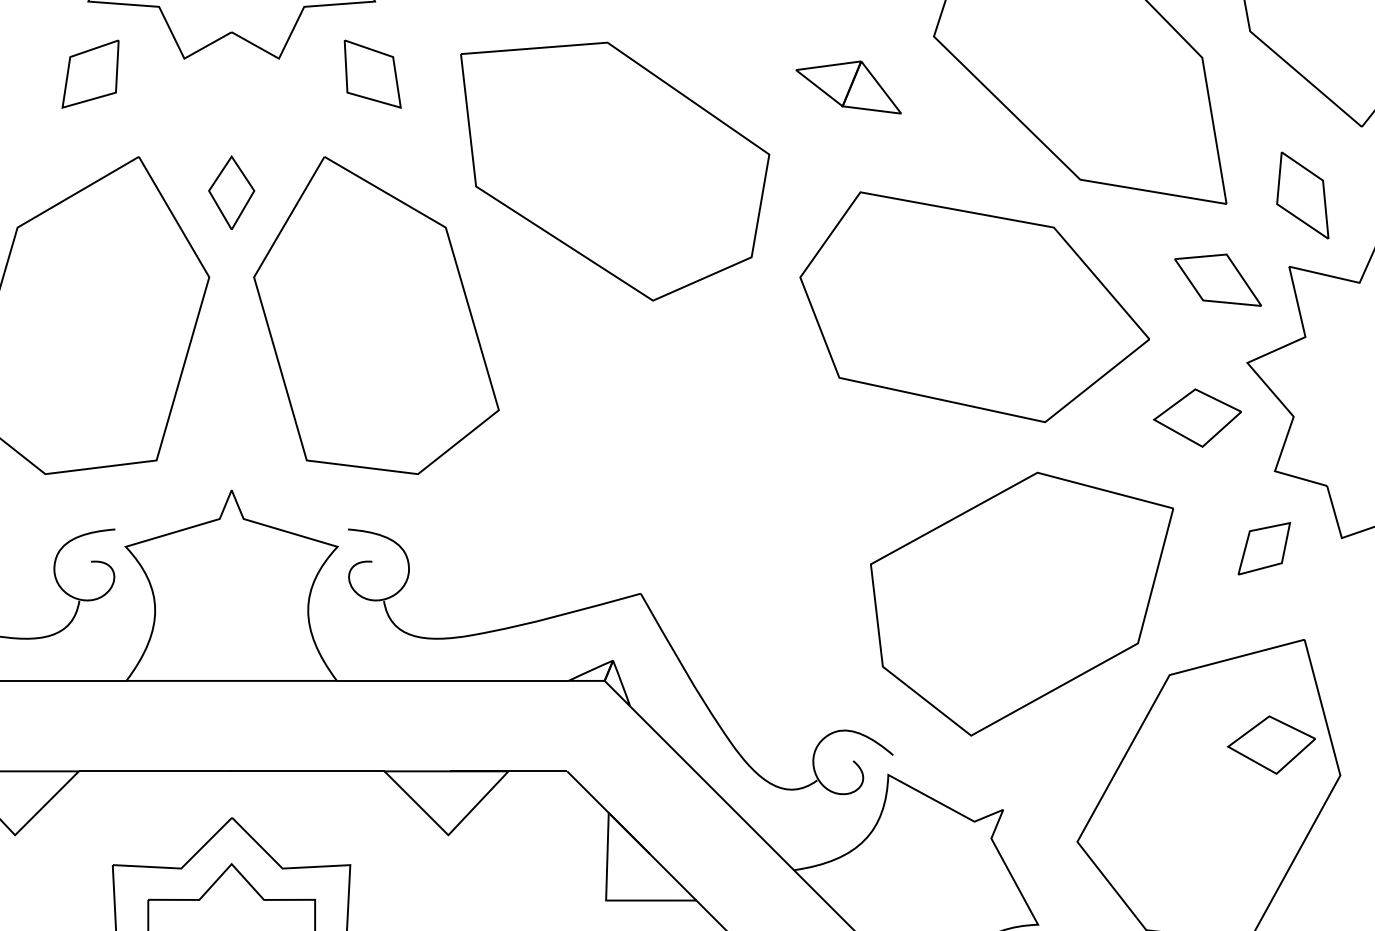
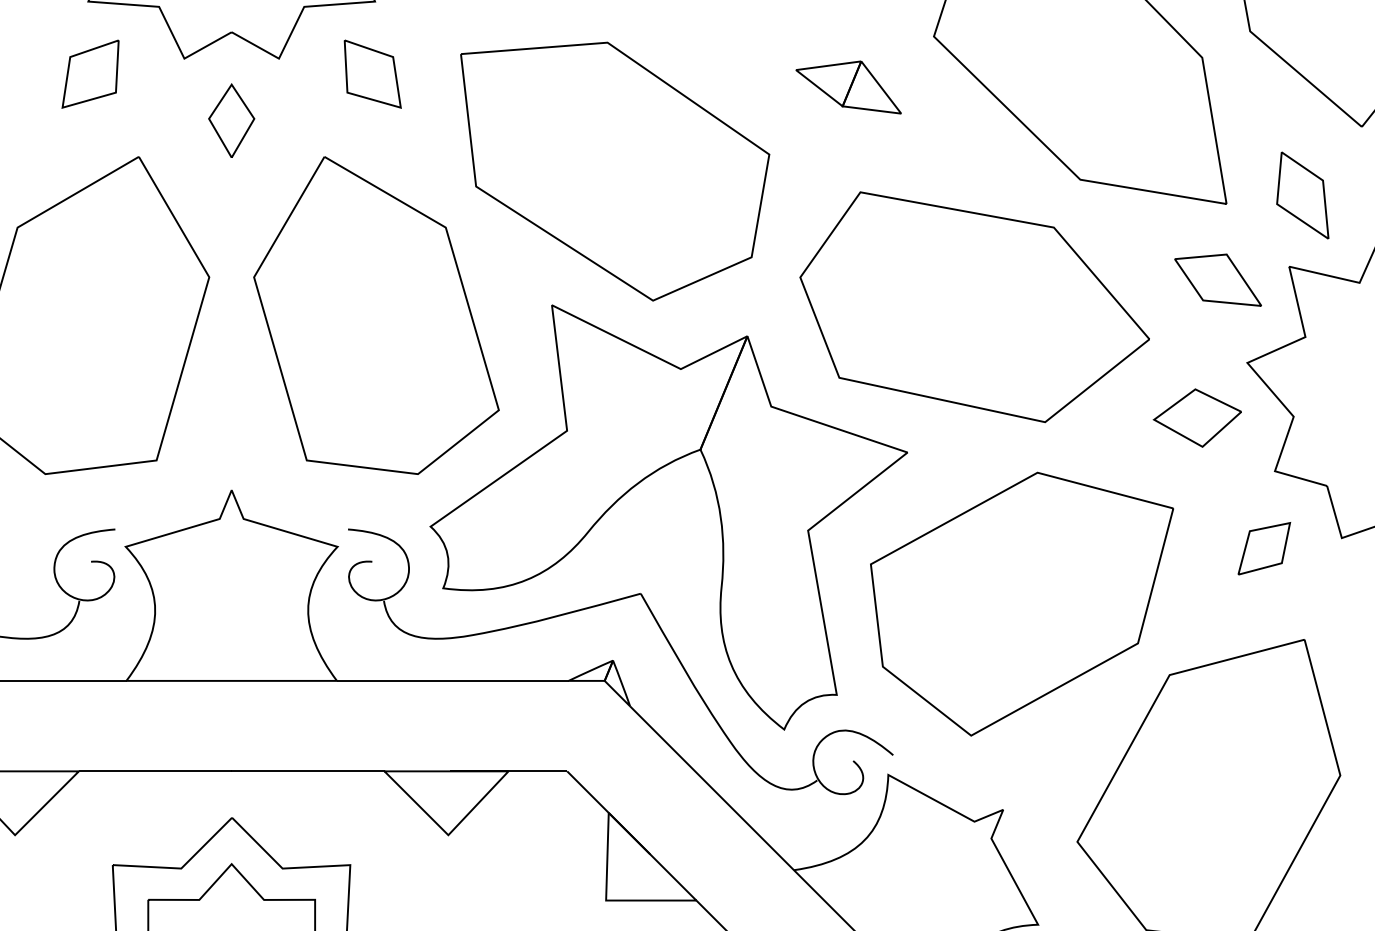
part at (231, 192) position: (231, 192) -> (231, 120)
part at (641, 482): none -> present
part at (1270, 744): present -> none
